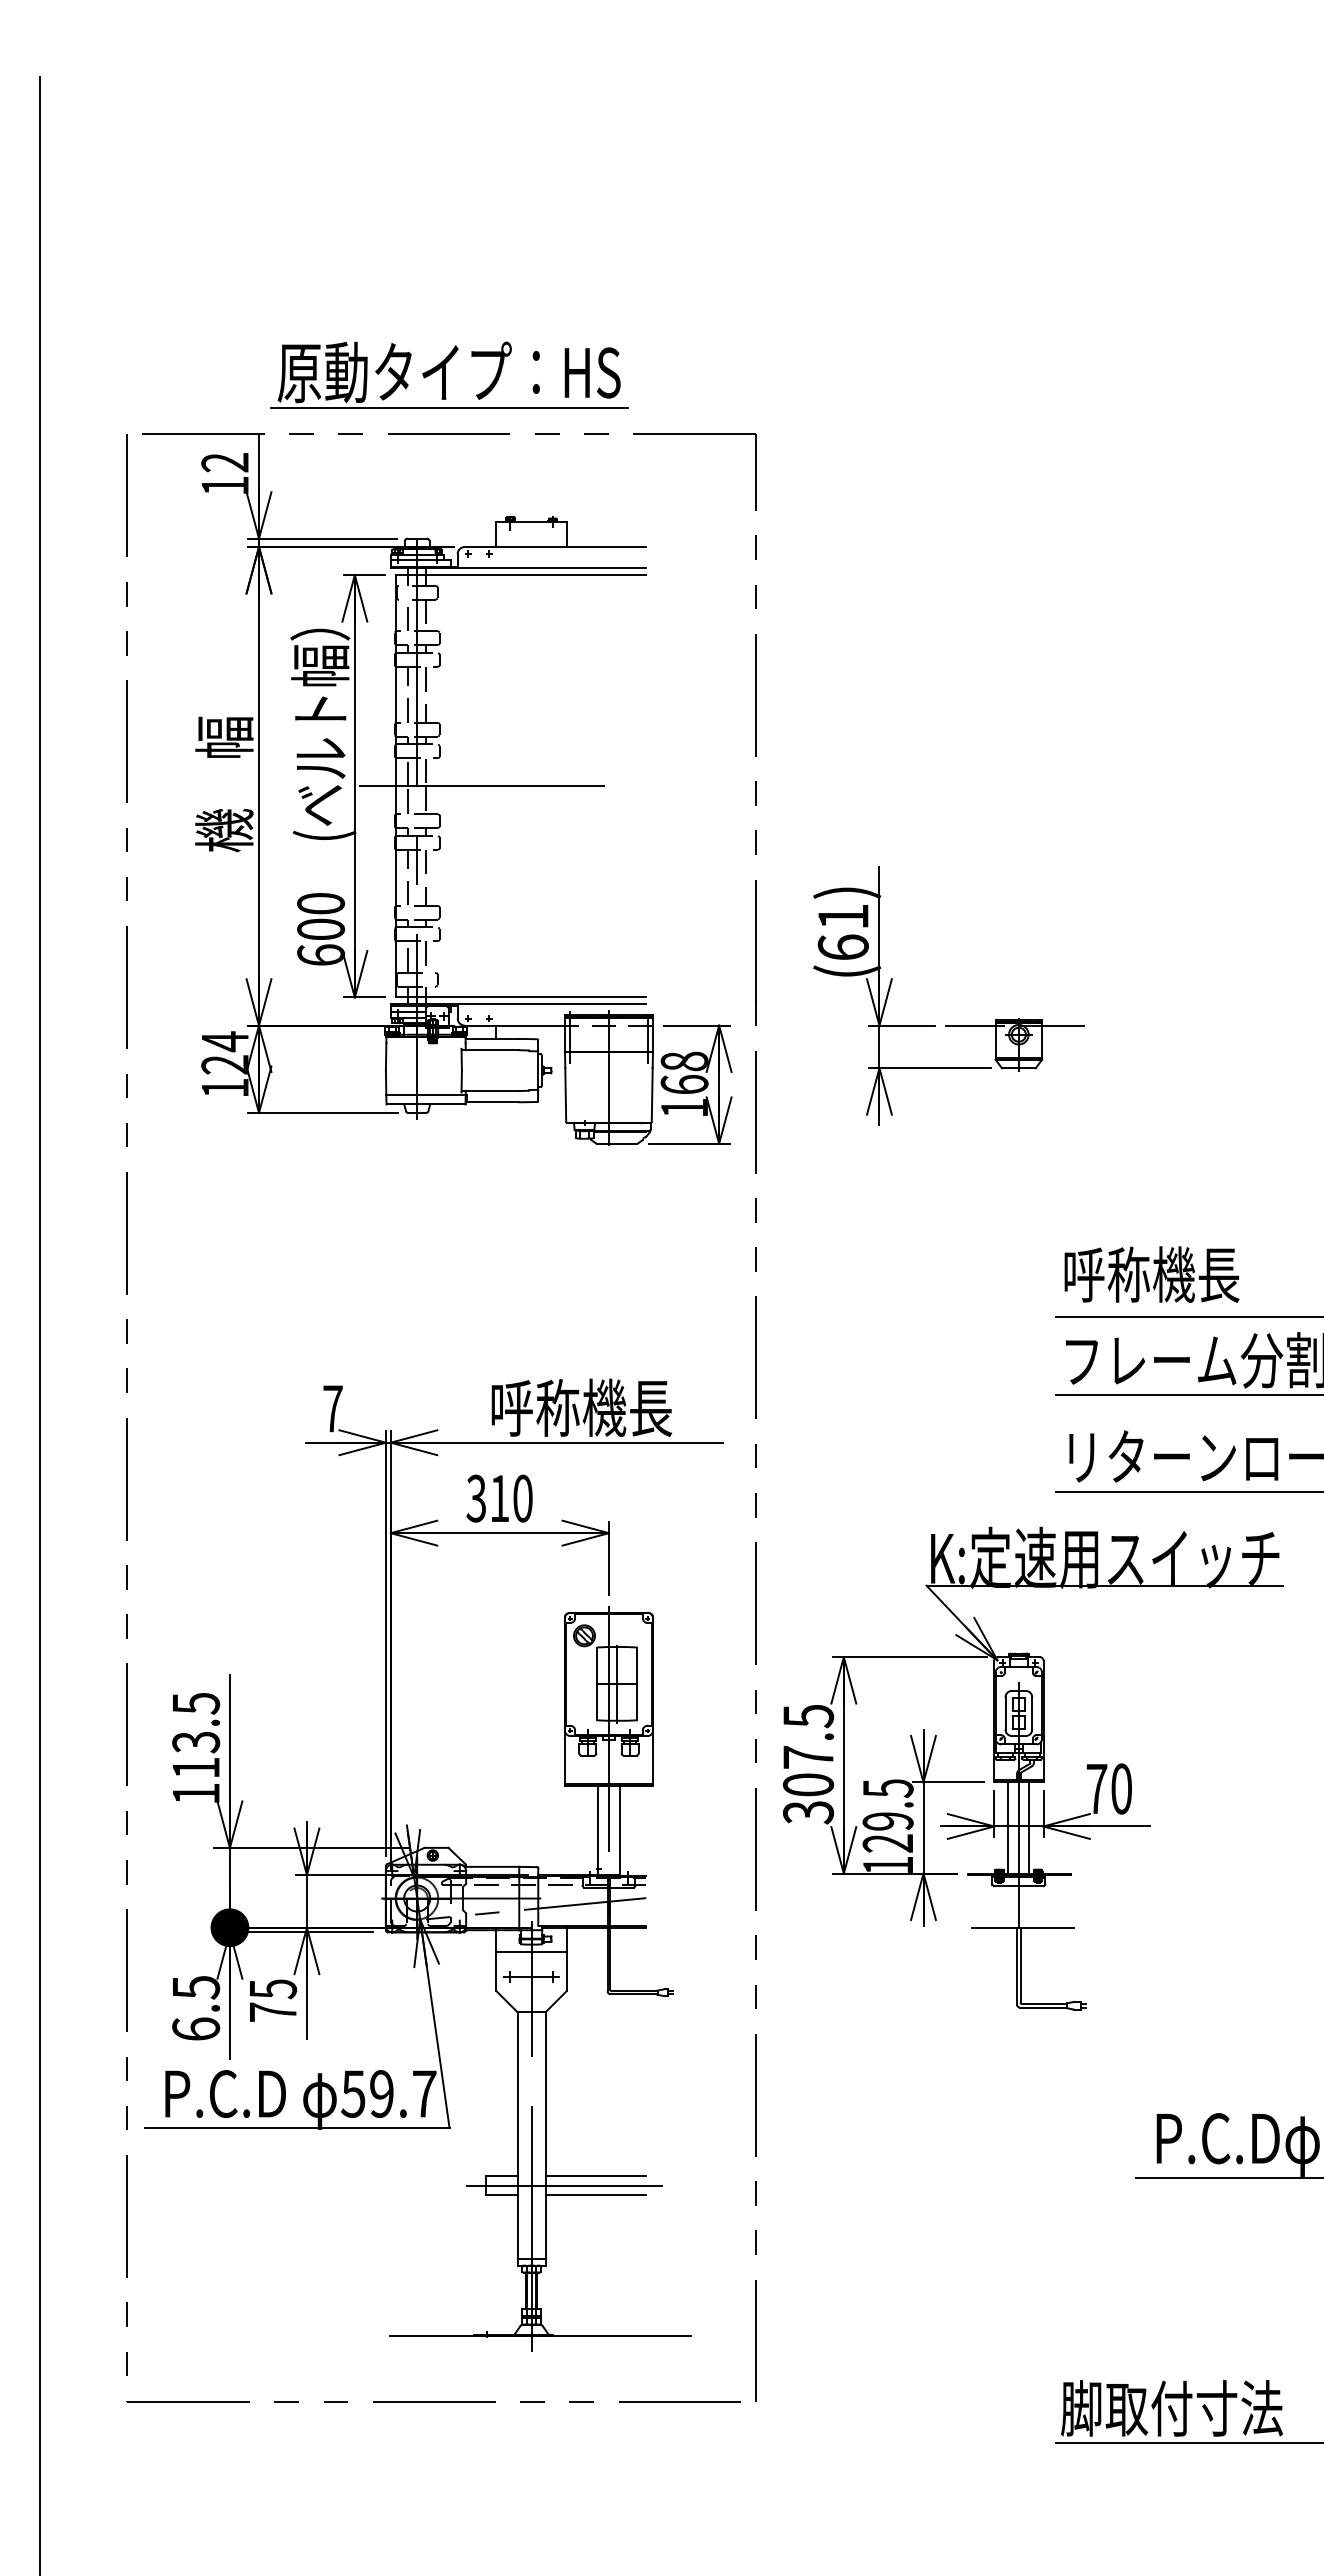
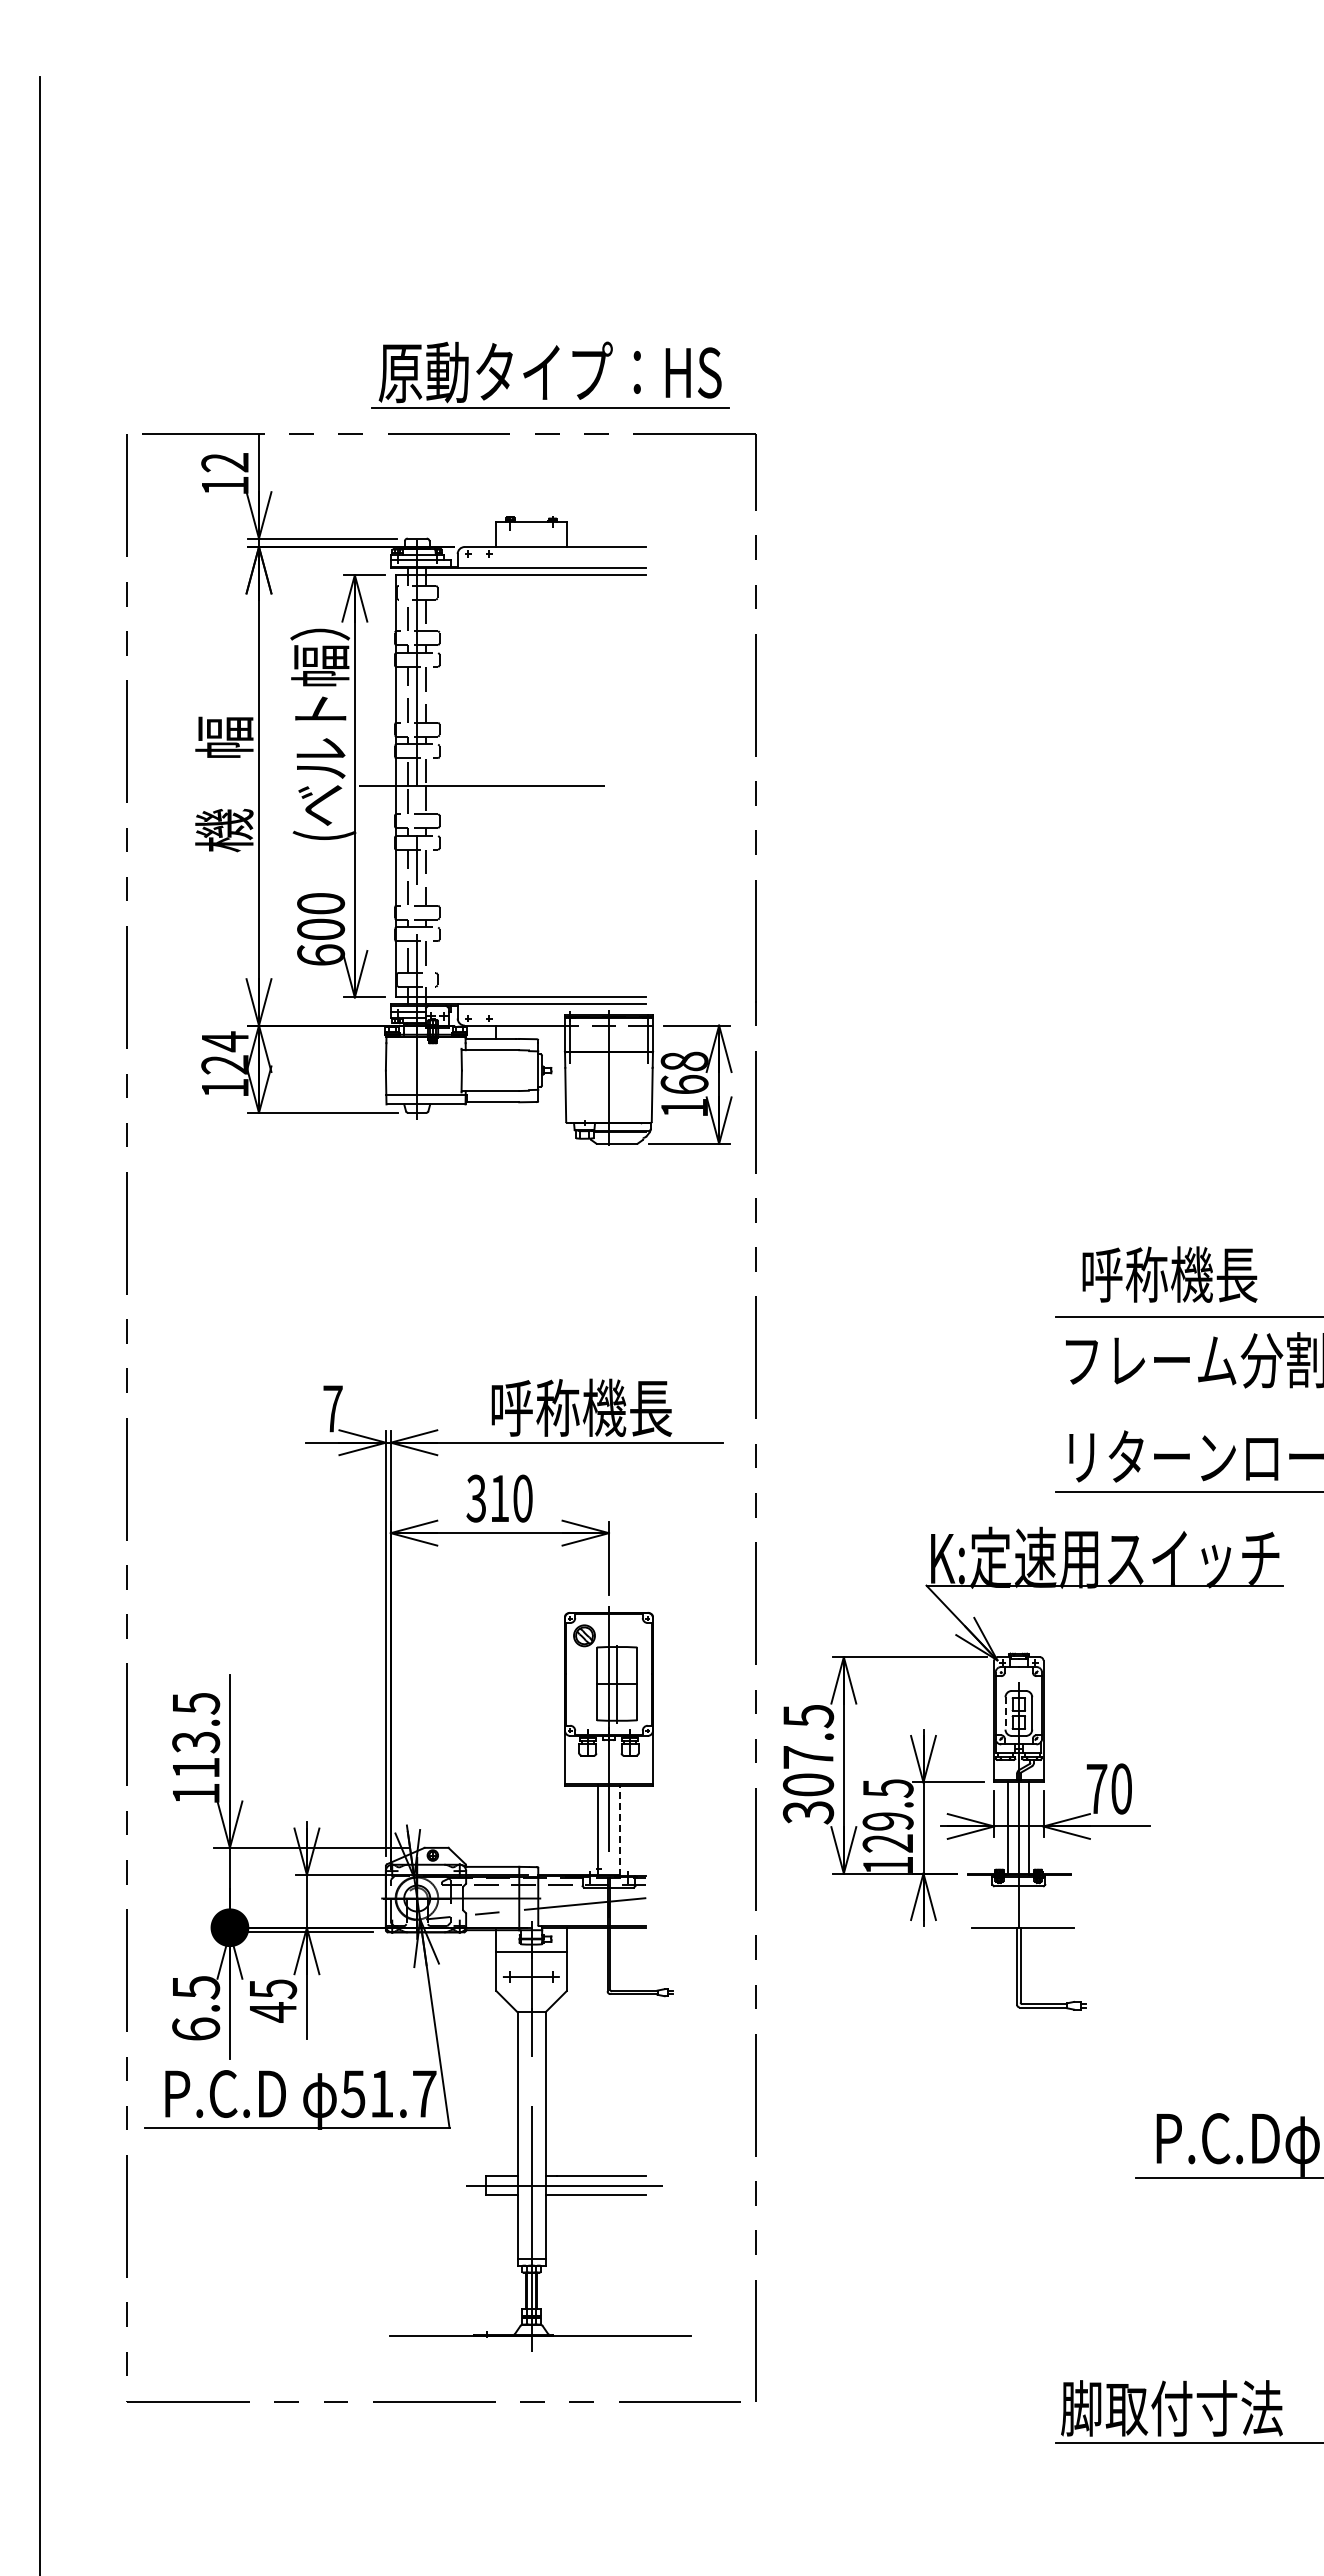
part at (449, 374) position: (449, 374) -> (550, 374)
part at (948, 1025): present -> none
text at (1151, 1274) position: (1151, 1274) -> (1169, 1274)
line at (1187, 1394): present -> none
line at (1005, 1713): solid -> dashed
line at (619, 1830): solid -> dashed
text at (273, 2012): 75 -> 45
text at (381, 2093): 59.7 -> 51.7
